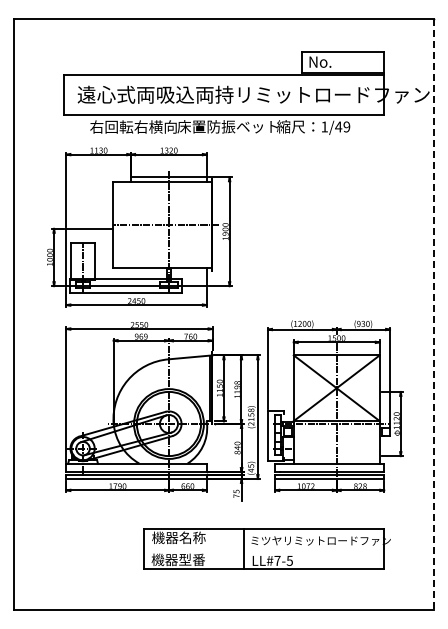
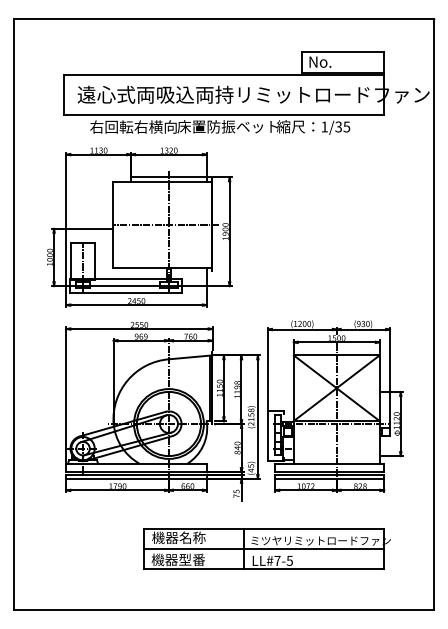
text at (342, 126): 1/49 -> 1/35
line at (434, 314): dashed -> solid
line at (263, 549): none -> present
